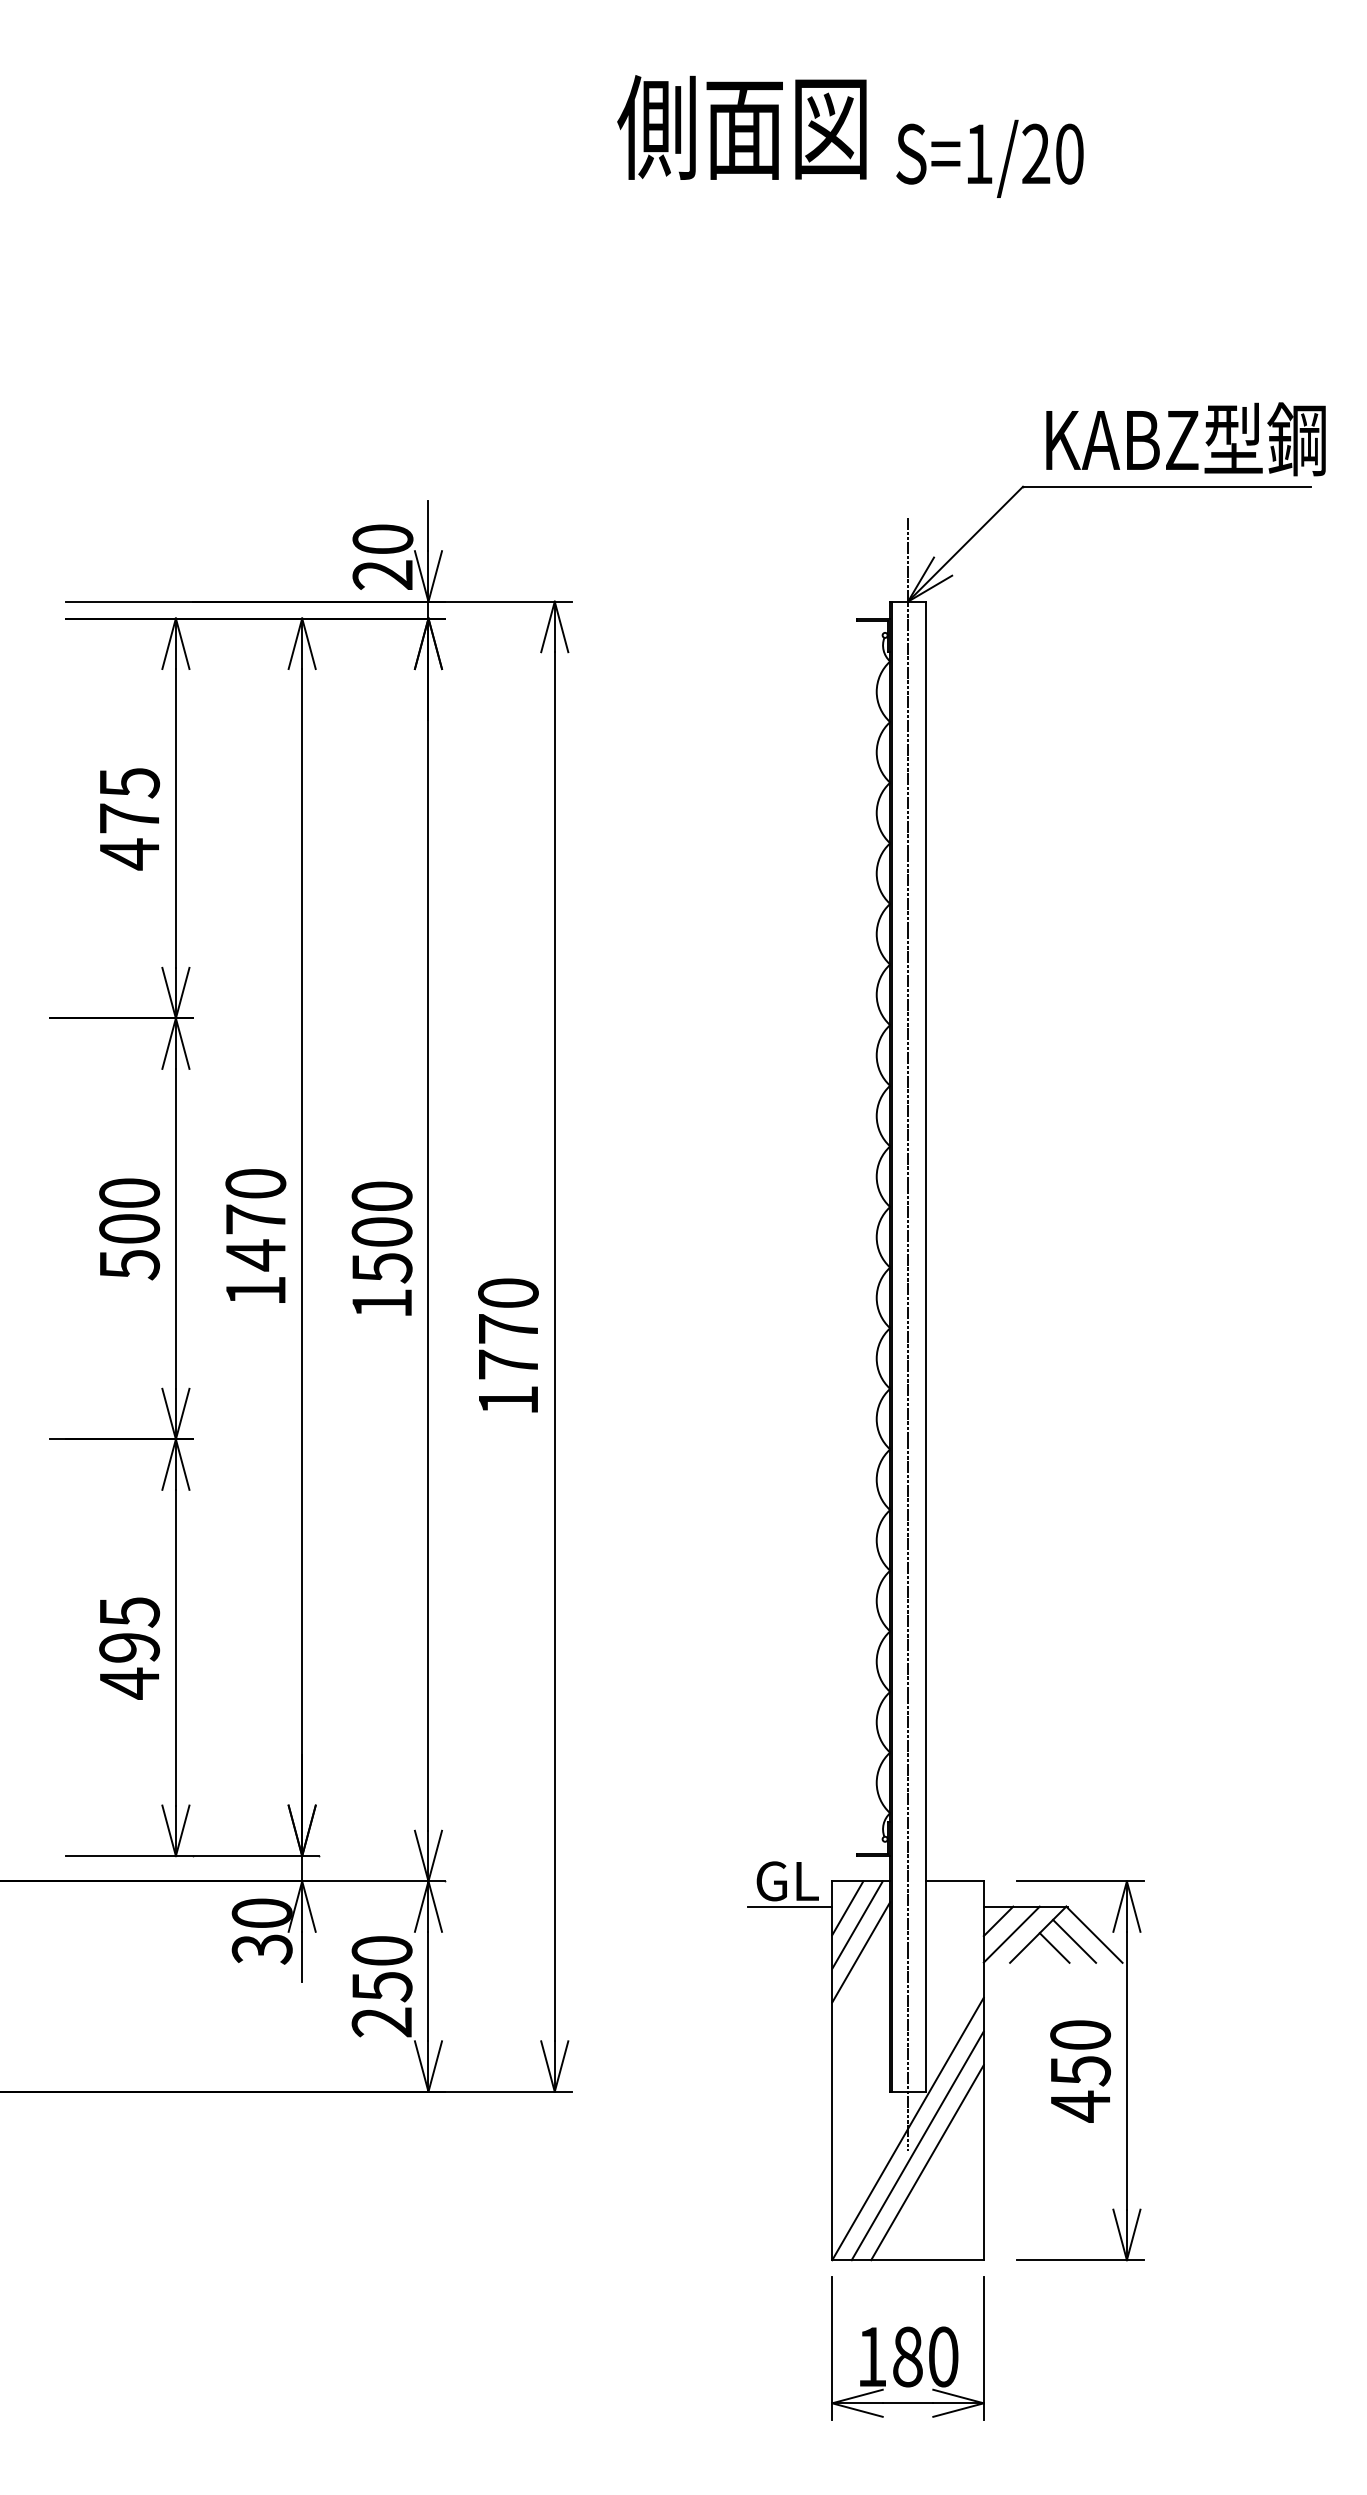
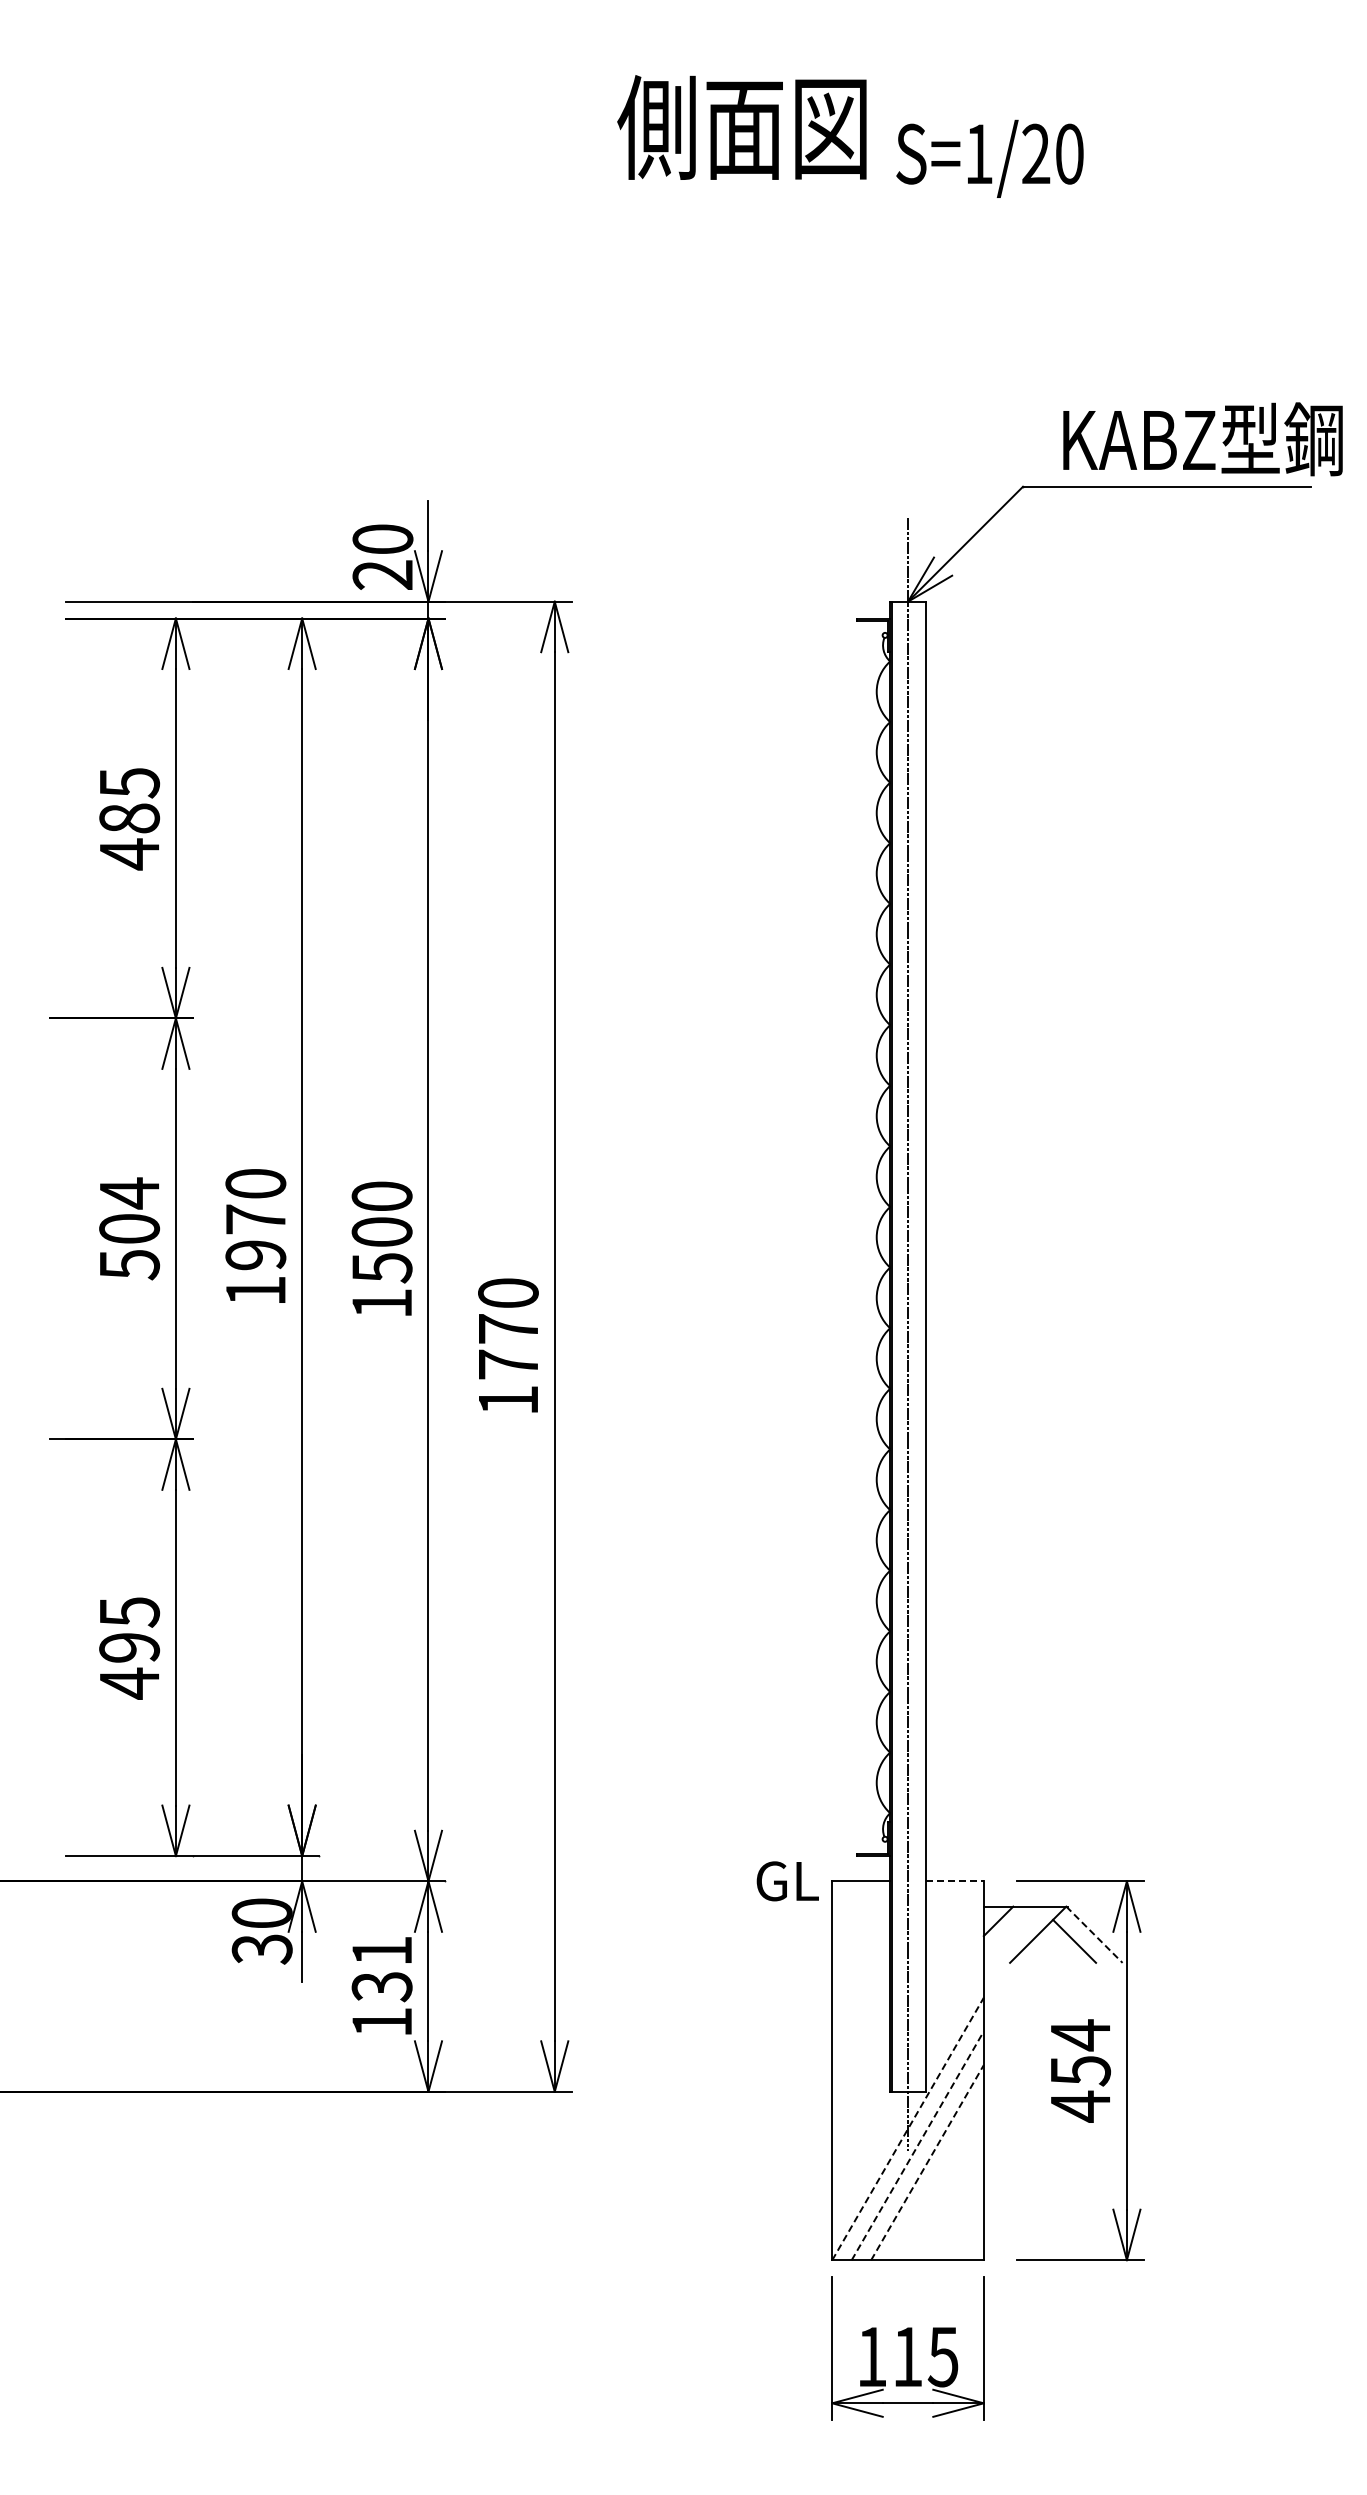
text at (1185, 439) position: (1185, 439) -> (1202, 439)
text at (129, 818): 475 -> 485
text at (129, 1193): 500 -> 504
text at (255, 1255): 1470 -> 1970
line at (954, 1881): solid -> dashed
line at (790, 1906): present -> none
line at (847, 1908): present -> none
line at (857, 1924): present -> none
line at (1011, 1934): present -> none
line at (1094, 1934): solid -> dashed
line at (1054, 1947): present -> none
line at (861, 1952): present -> none
text at (381, 1986): 250 -> 131
text at (1080, 2035): 450 -> 454
line at (908, 2128): solid -> dashed
line at (918, 2145): solid -> dashed
line at (927, 2162): solid -> dashed
text at (925, 2356): 180 -> 115
